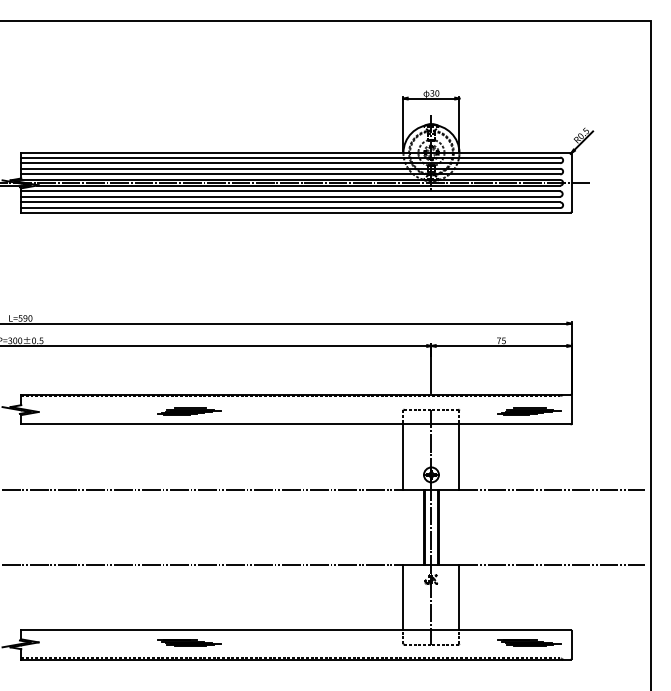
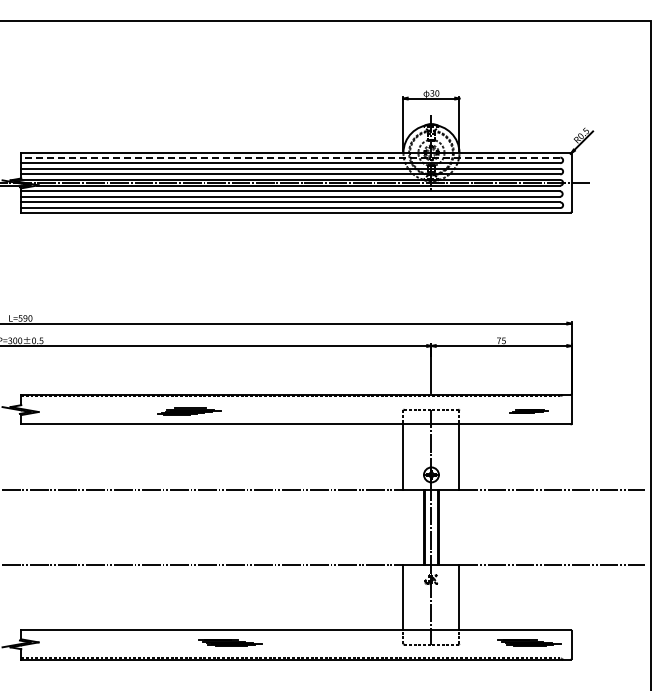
line at (290, 157): solid -> dashed
part at (529, 411) size: 65x9 px -> 40x5 px
part at (189, 642) position: (189, 642) -> (230, 642)
